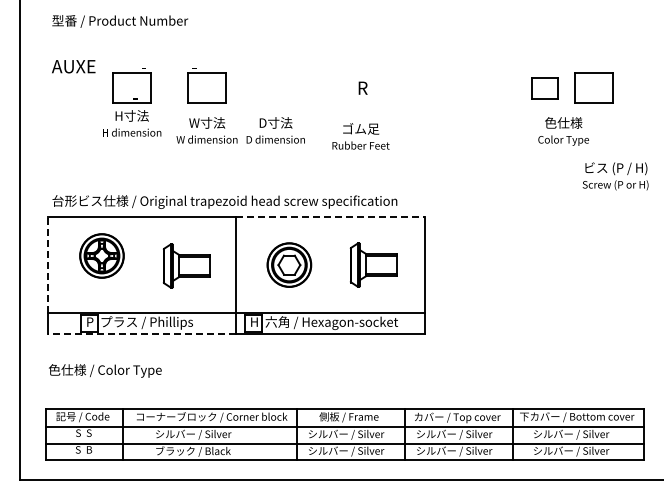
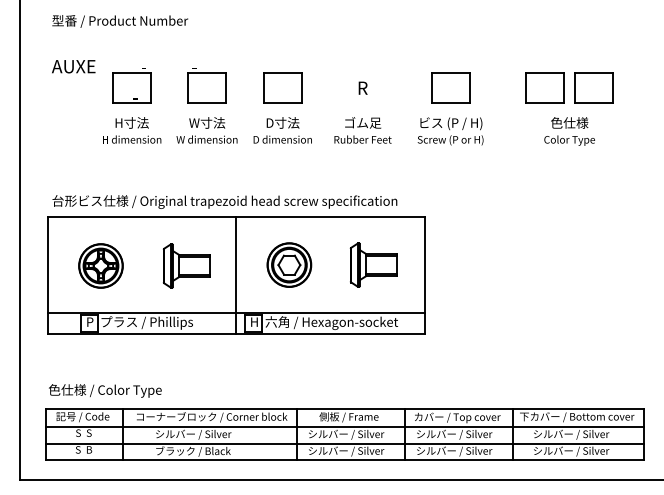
part at (282, 87): none -> present
part at (450, 87): none -> present
part at (544, 88) size: 28x23 px -> 40x32 px
text at (132, 123) position: (132, 123) -> (132, 130)
text at (275, 130) position: (275, 130) -> (282, 130)
text at (563, 131) position: (563, 131) -> (569, 131)
text at (360, 136) position: (360, 136) -> (362, 130)
text at (615, 176) position: (615, 176) -> (450, 131)
line at (330, 217): dashed -> solid
part at (101, 255) position: (101, 255) -> (100, 265)
line at (47, 264): dashed -> solid
line at (141, 334): dashed -> solid
text at (105, 370) position: (105, 370) -> (105, 390)
